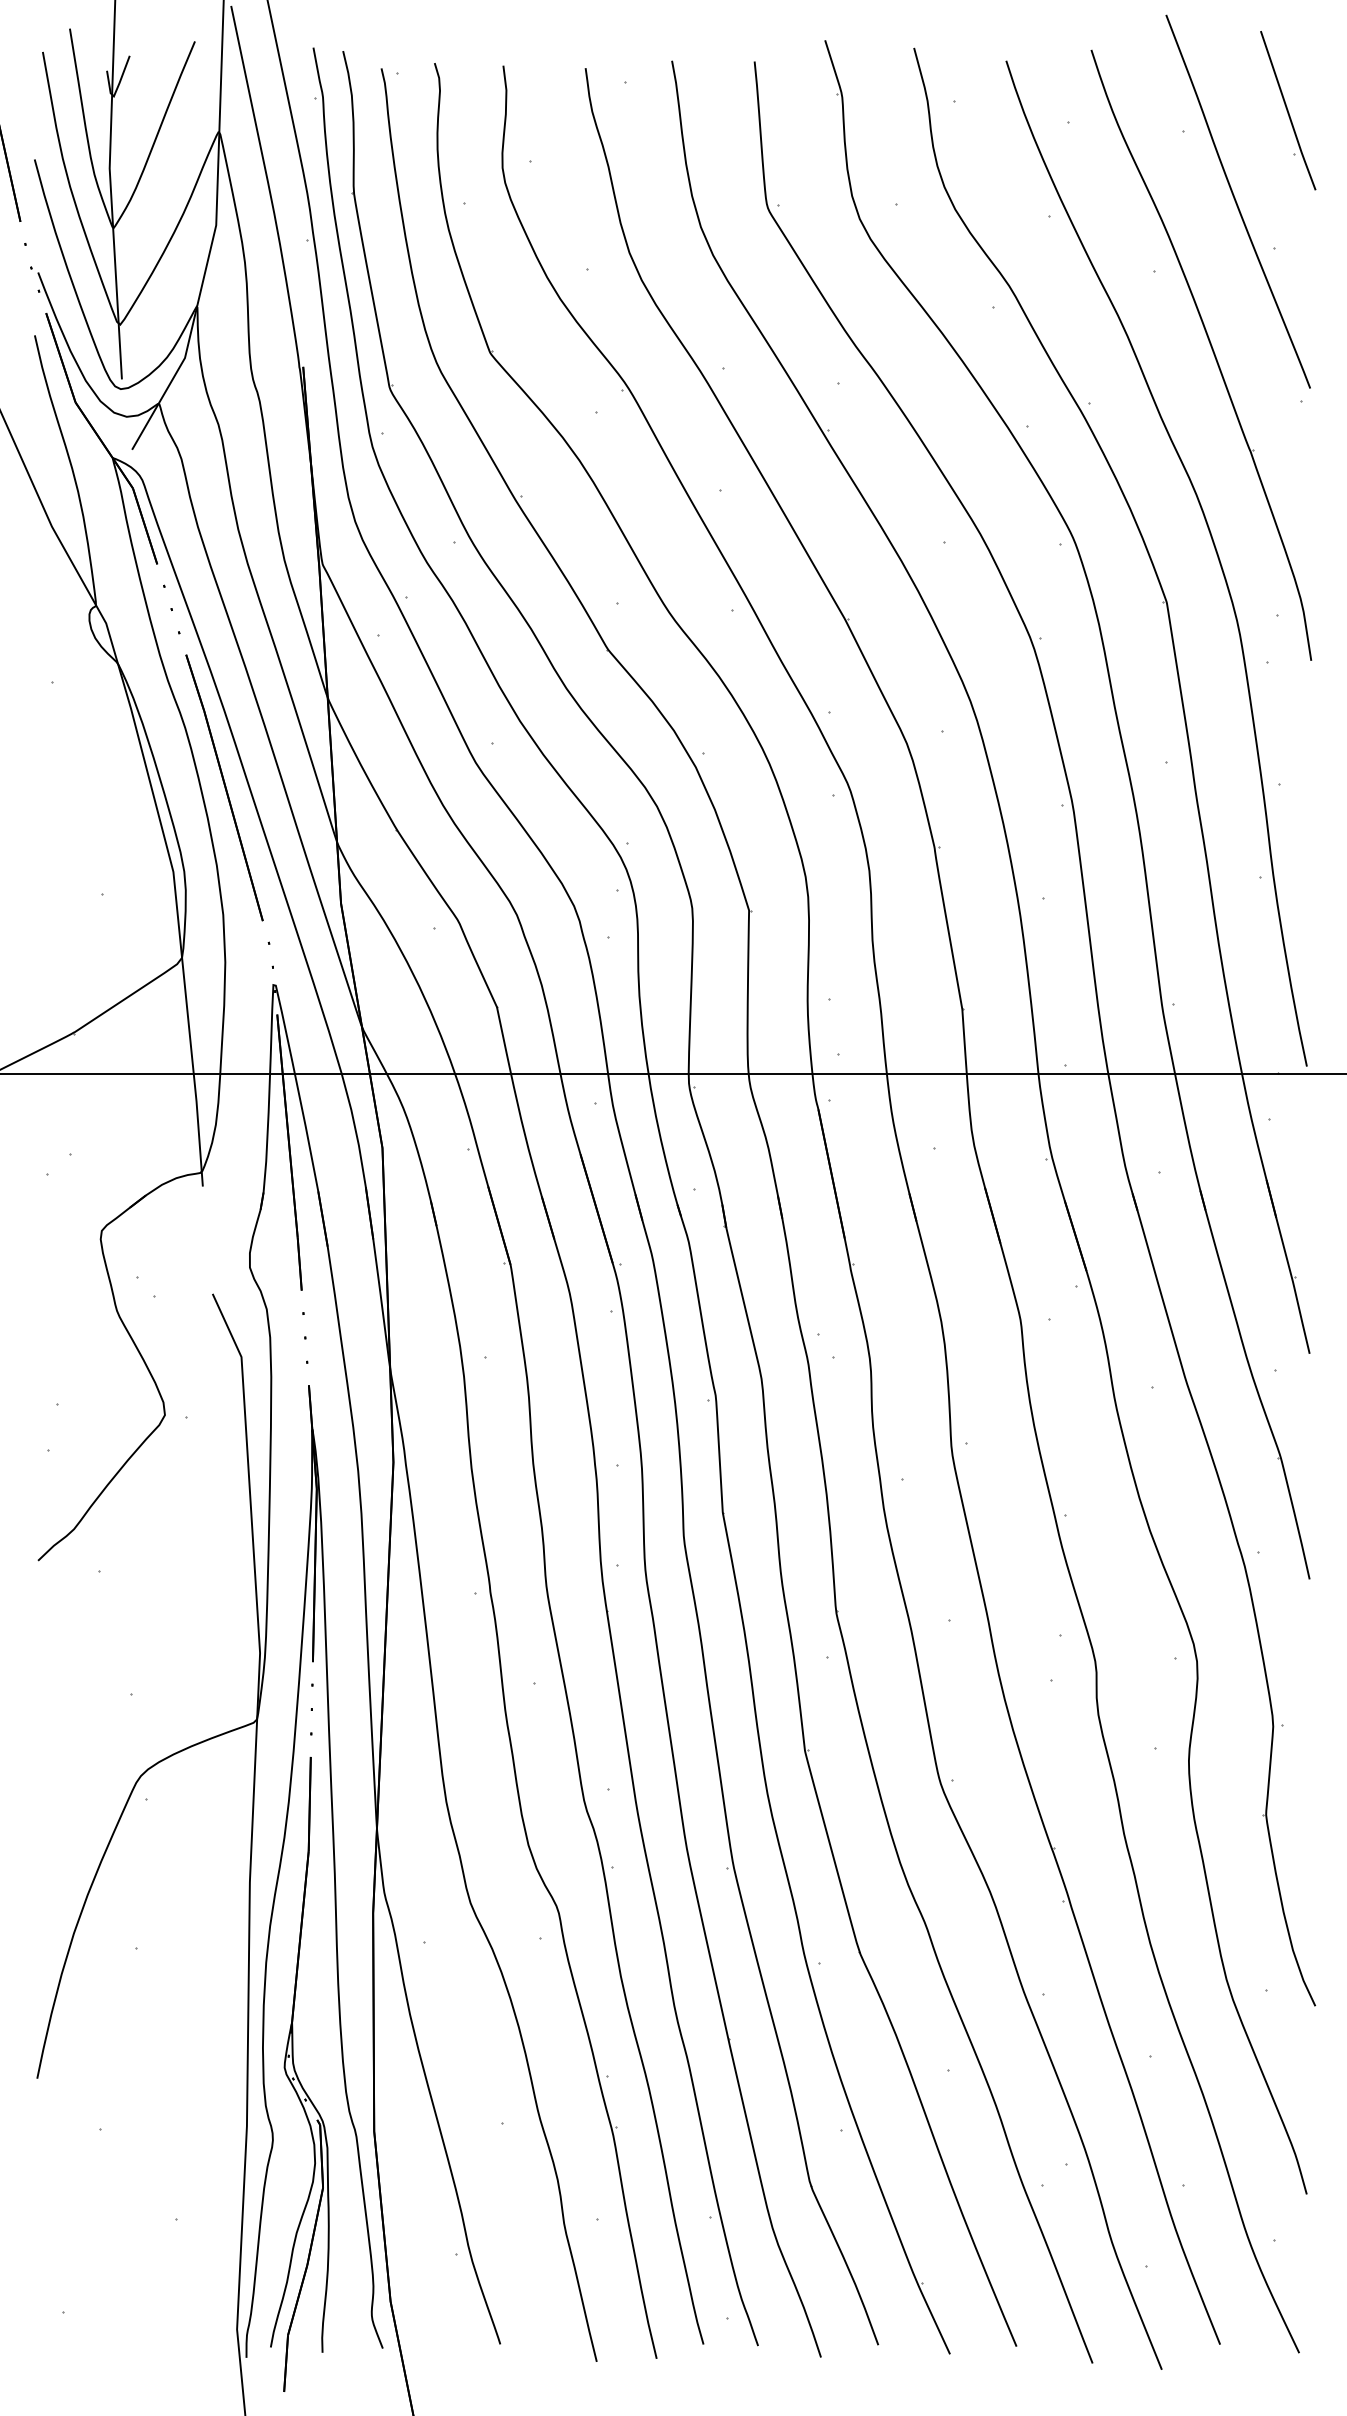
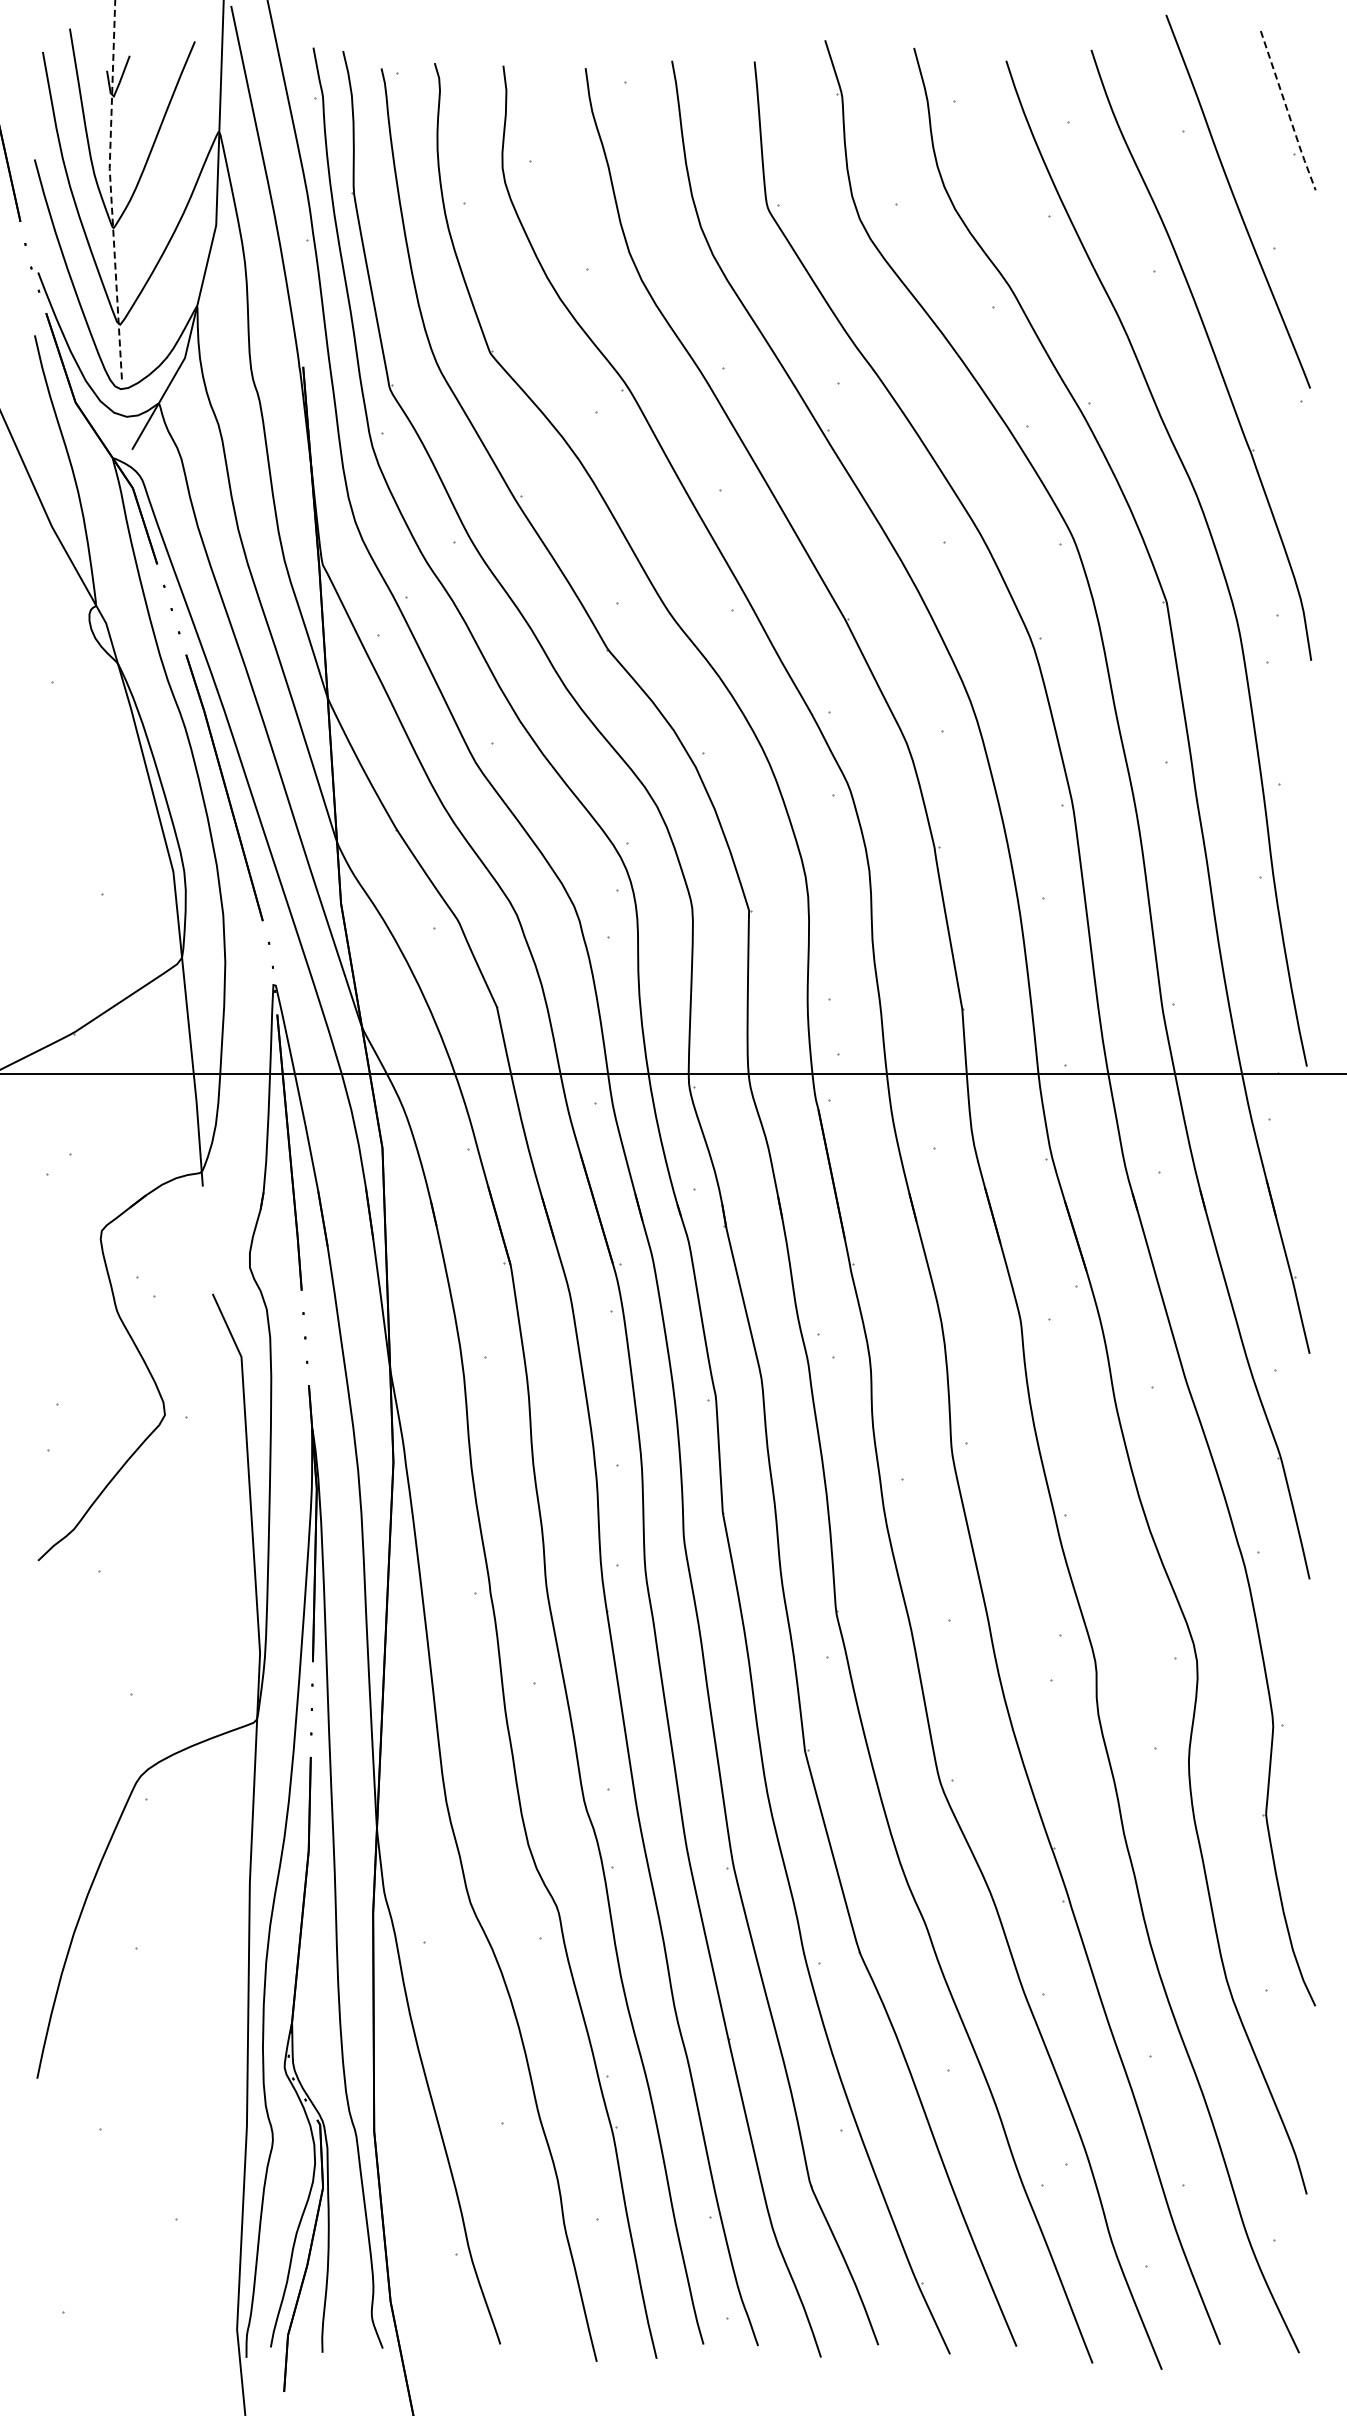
line at (1288, 112): solid -> dashed
line at (110, 189): solid -> dashed
